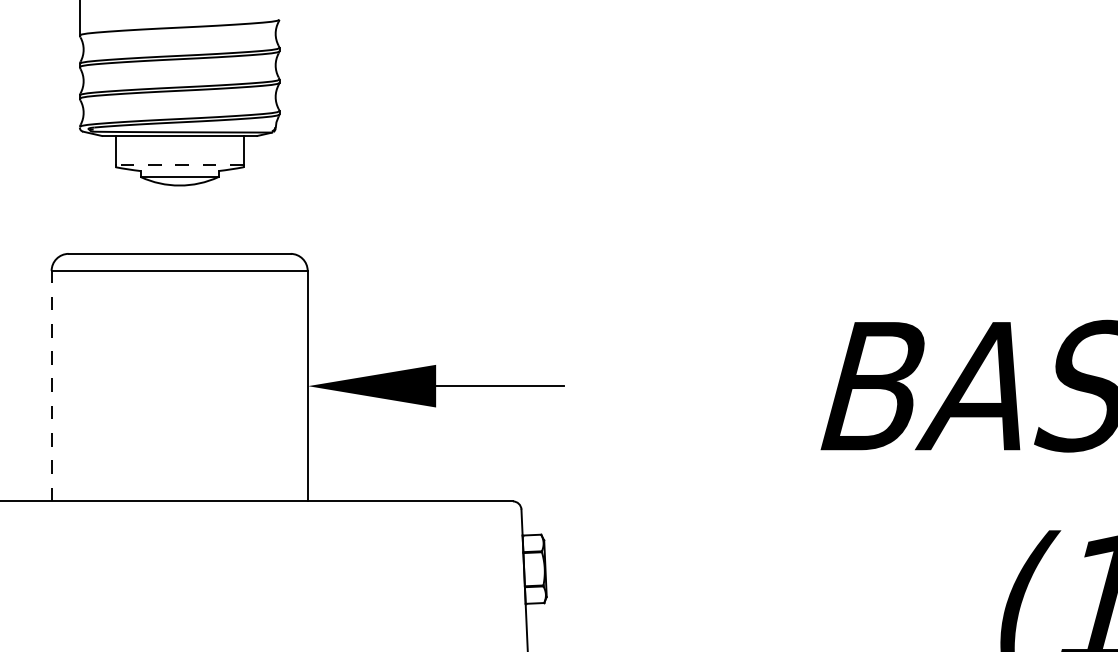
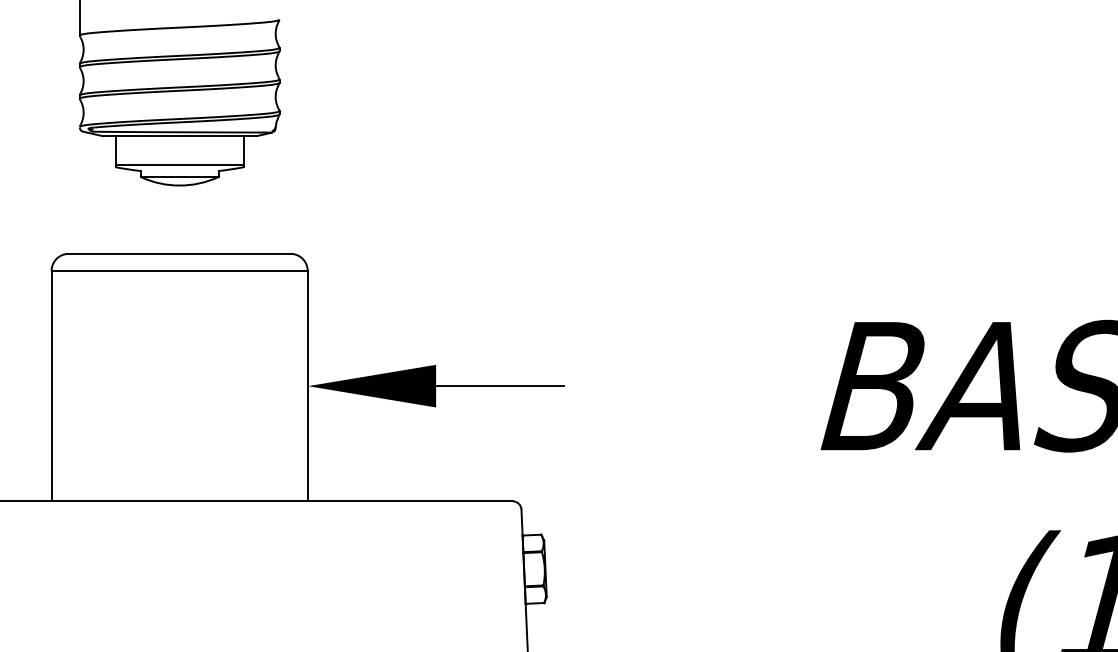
line at (179, 164): dashed -> solid
line at (51, 385): dashed -> solid
